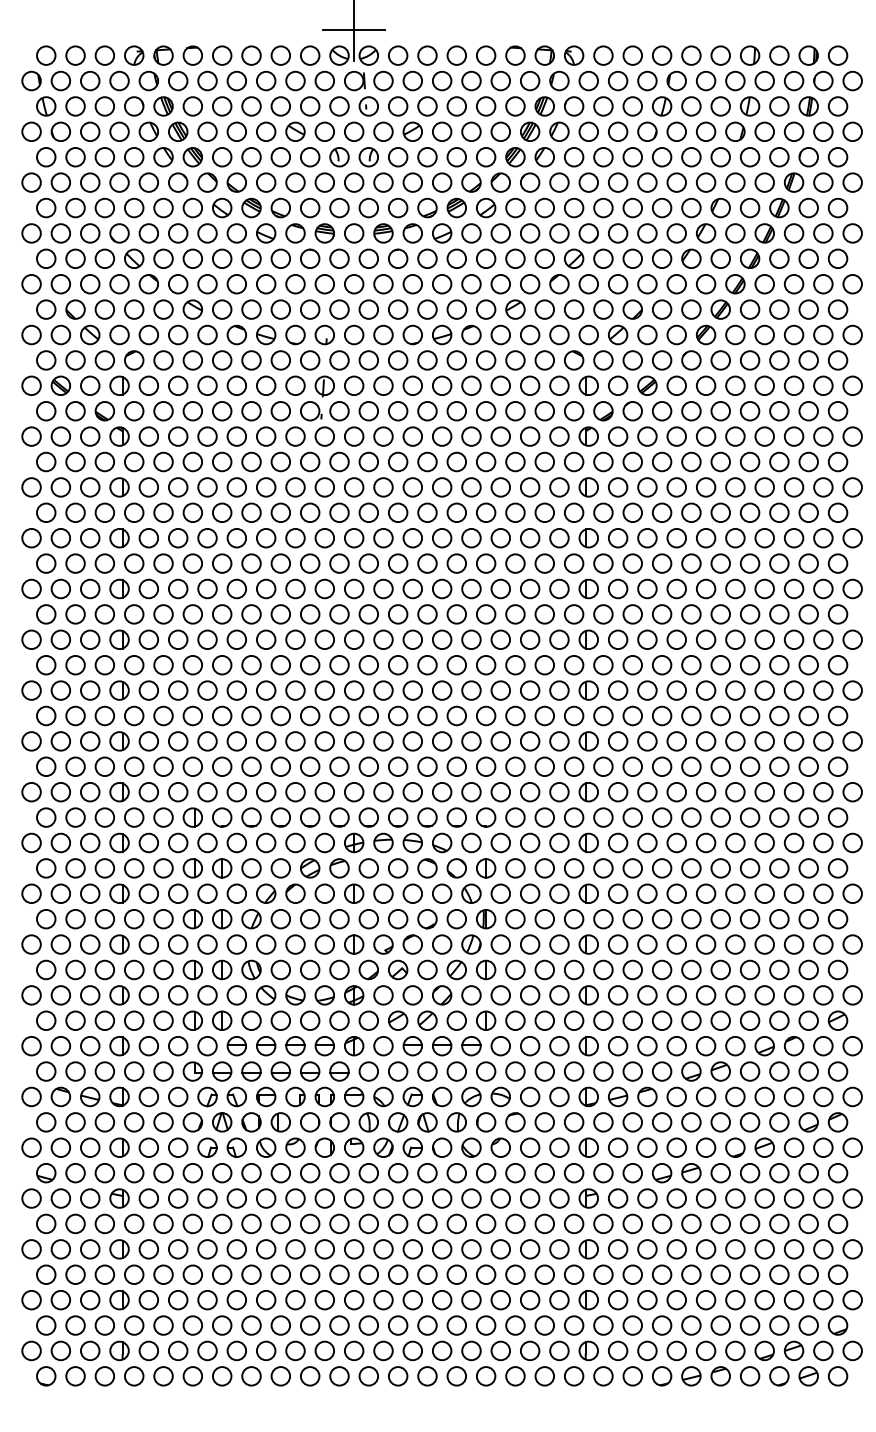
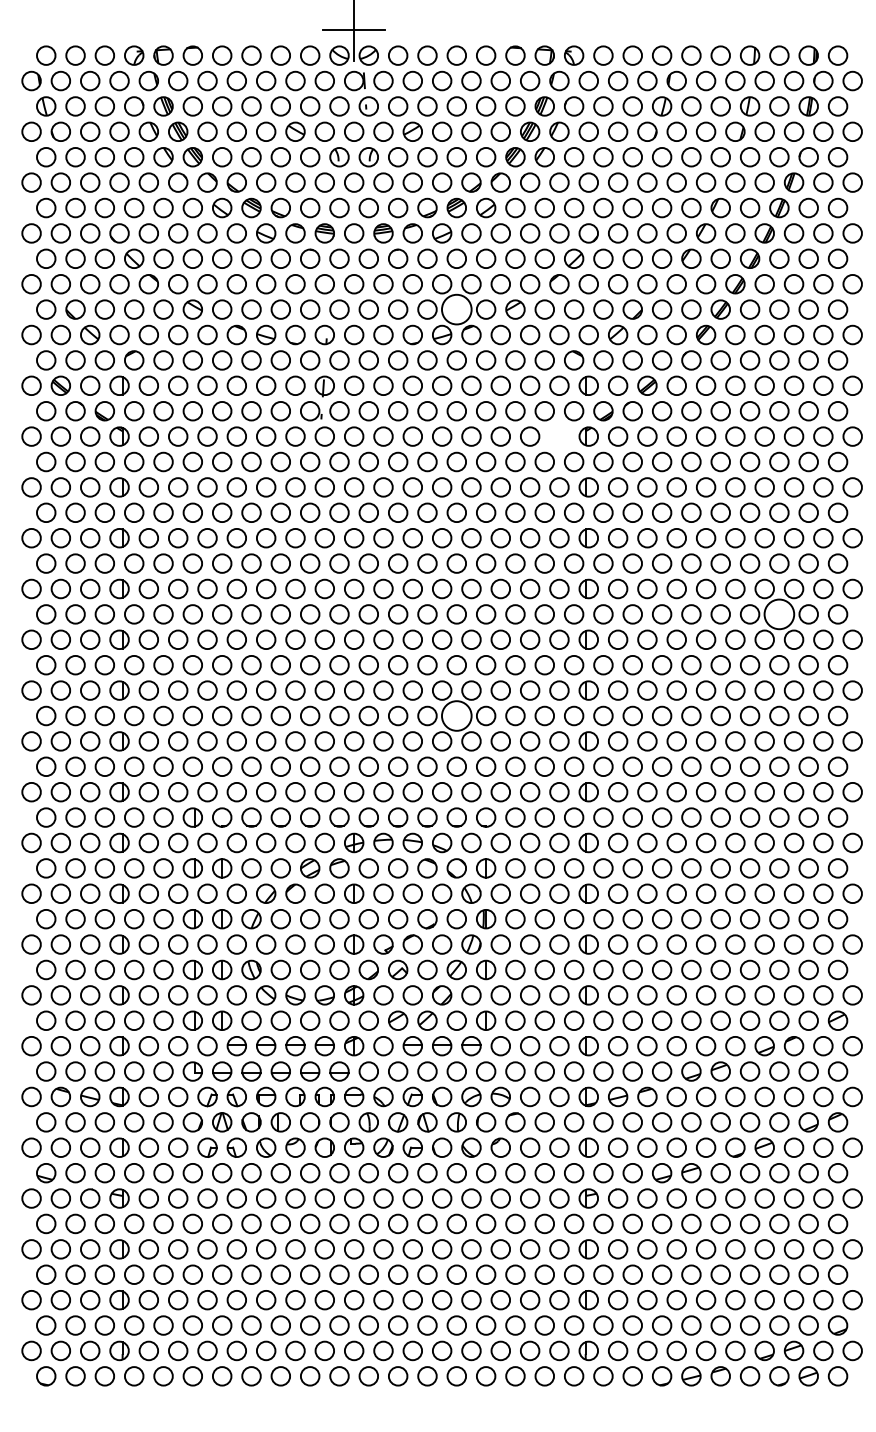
circle at (456, 309) diameter: 19 px -> 30 px
circle at (559, 436): present -> none
circle at (779, 614) diameter: 19 px -> 30 px
circle at (456, 715) diameter: 19 px -> 30 px
